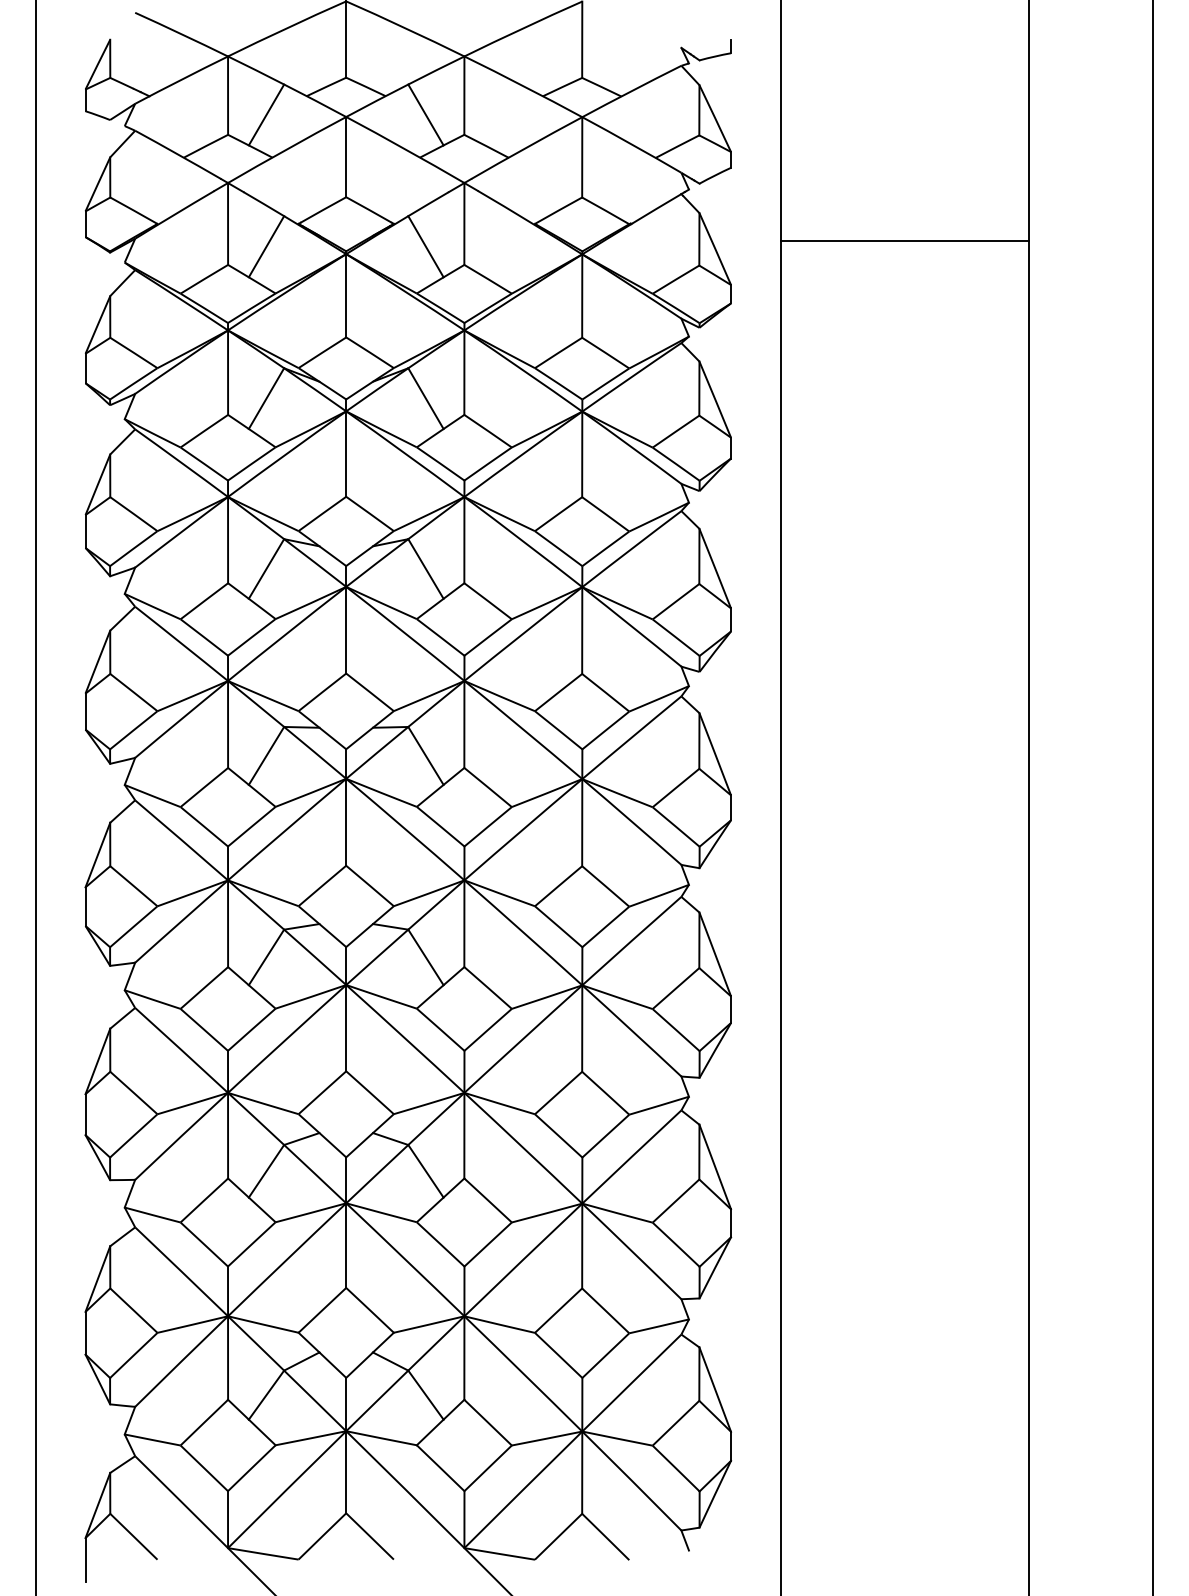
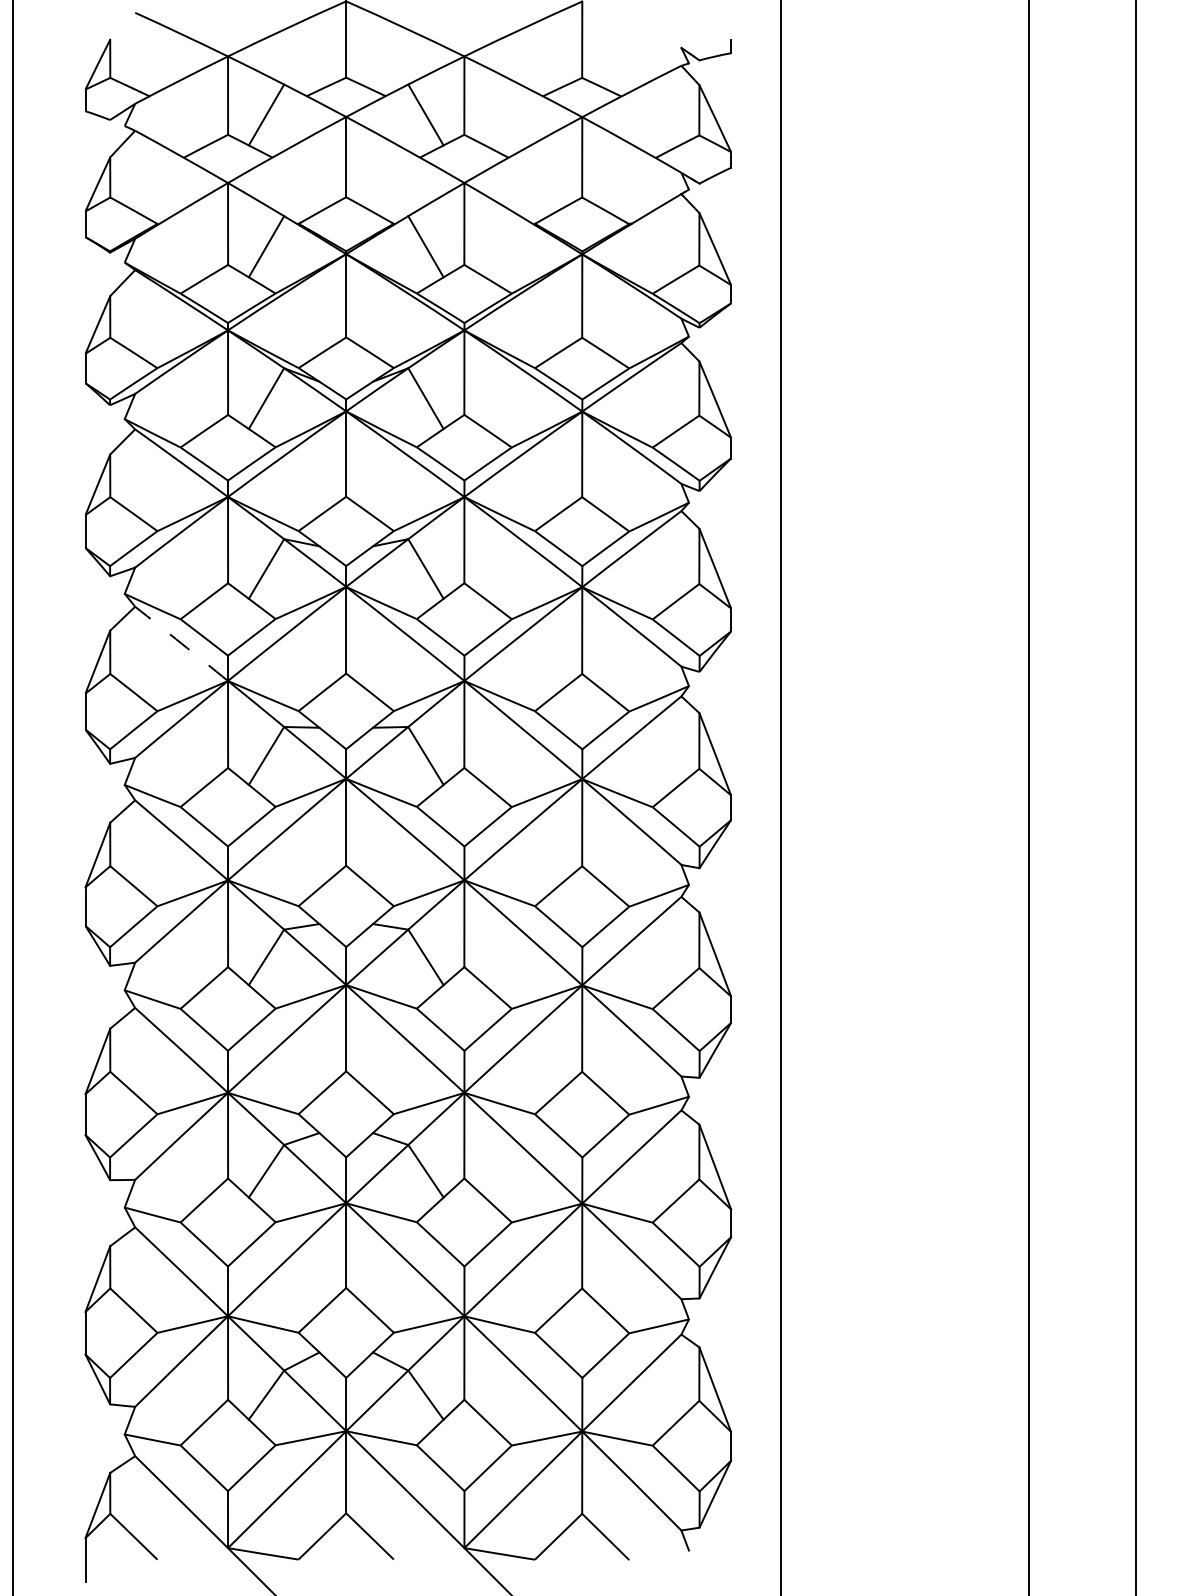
line at (904, 240): present -> none
arc at (181, 643): solid -> dashed
line at (35, 797) position: (35, 797) -> (12, 797)
line at (1153, 797) position: (1153, 797) -> (1136, 797)
